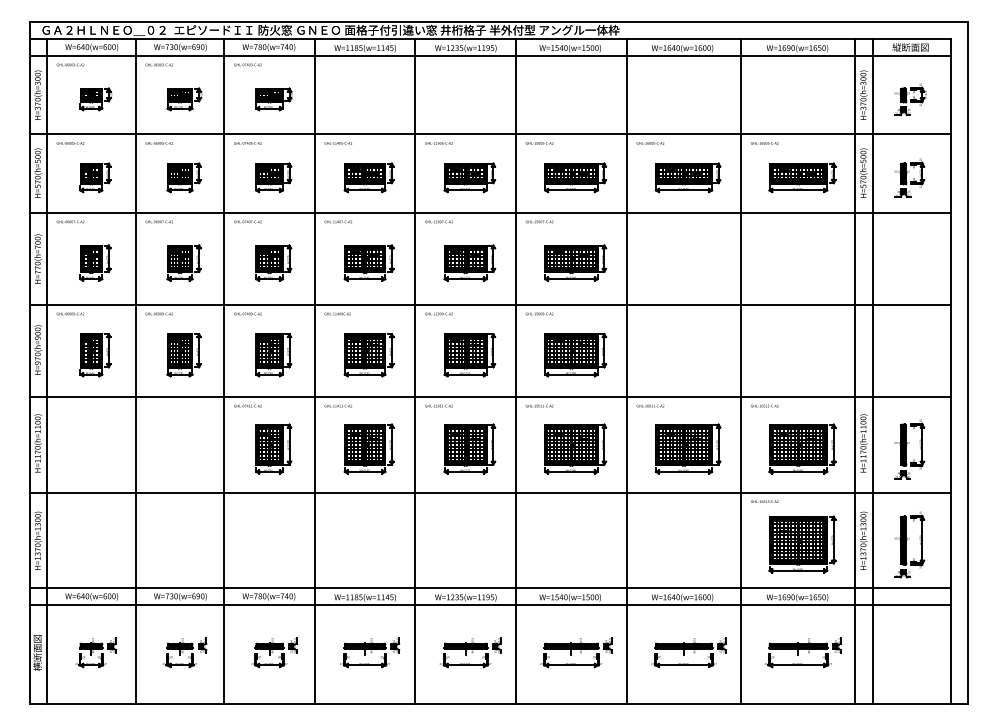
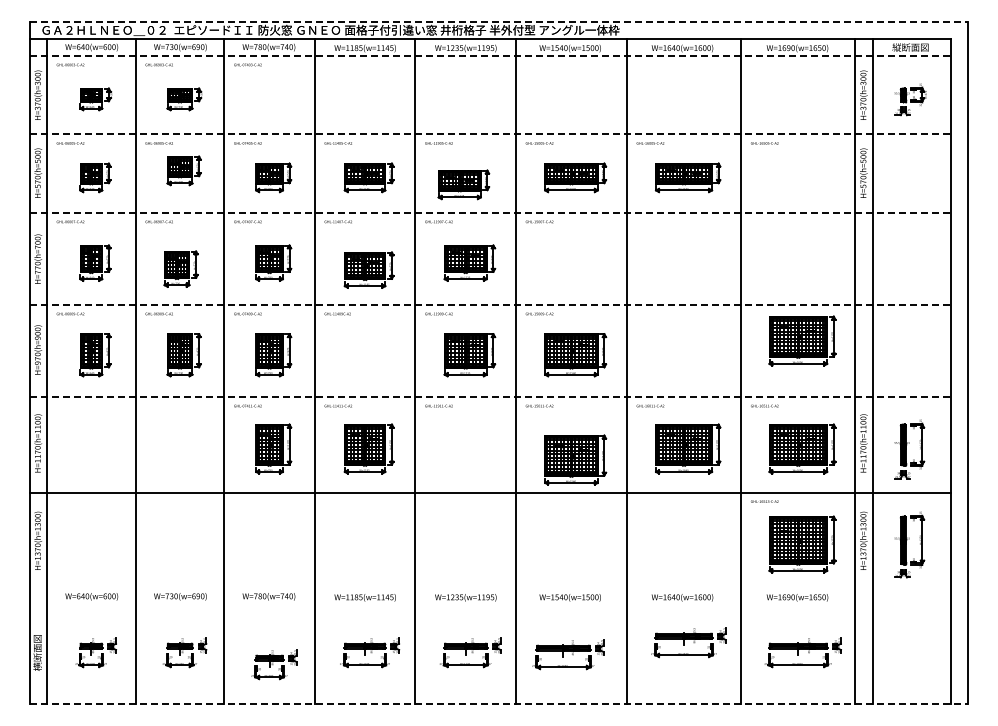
line at (499, 21): solid -> dashed
line at (490, 55): solid -> dashed
part at (273, 99): present -> none
line at (490, 134): solid -> dashed
part at (183, 177) position: (183, 177) -> (183, 170)
part at (469, 177) position: (469, 177) -> (463, 184)
part at (802, 177): present -> none
part at (909, 178): present -> none
line at (490, 212): solid -> dashed
part at (183, 262) position: (183, 262) -> (180, 268)
part at (368, 262) position: (368, 262) -> (368, 269)
part at (575, 262): present -> none
line at (490, 305): solid -> dashed
part at (802, 340): none -> present
part at (368, 355): present -> none
line at (490, 397): solid -> dashed
part at (469, 448): present -> none
part at (575, 448) position: (575, 448) -> (575, 459)
line at (490, 588): present -> none
line at (490, 605): present -> none
part at (274, 652) position: (274, 652) -> (274, 664)
part at (576, 652) position: (576, 652) -> (568, 654)
part at (688, 652) position: (688, 652) -> (688, 642)
line at (499, 704): solid -> dashed
